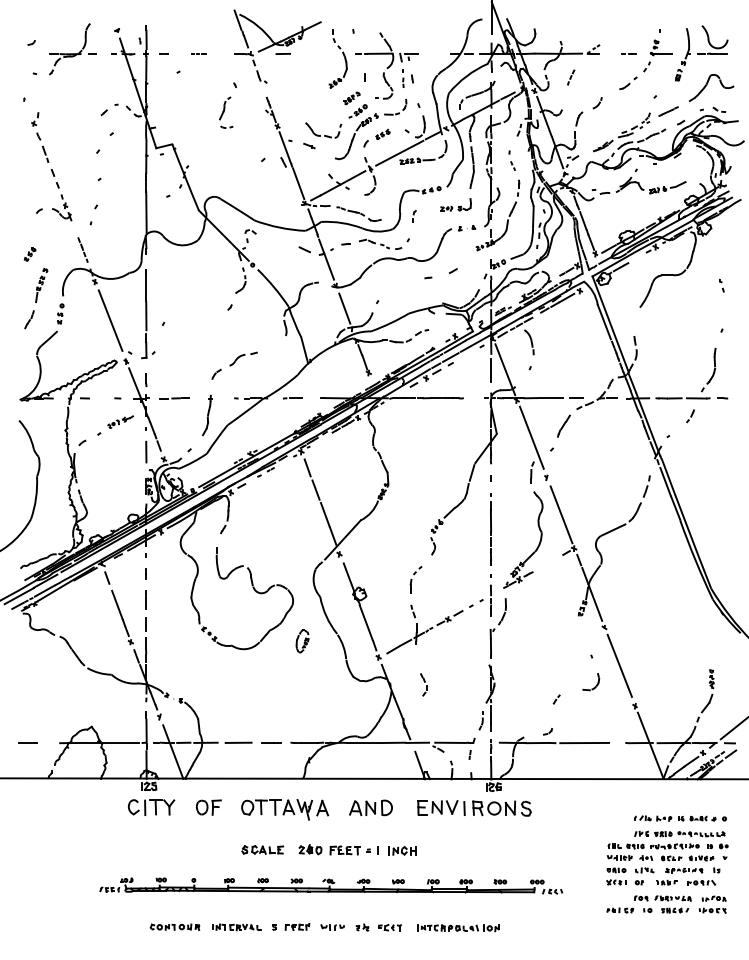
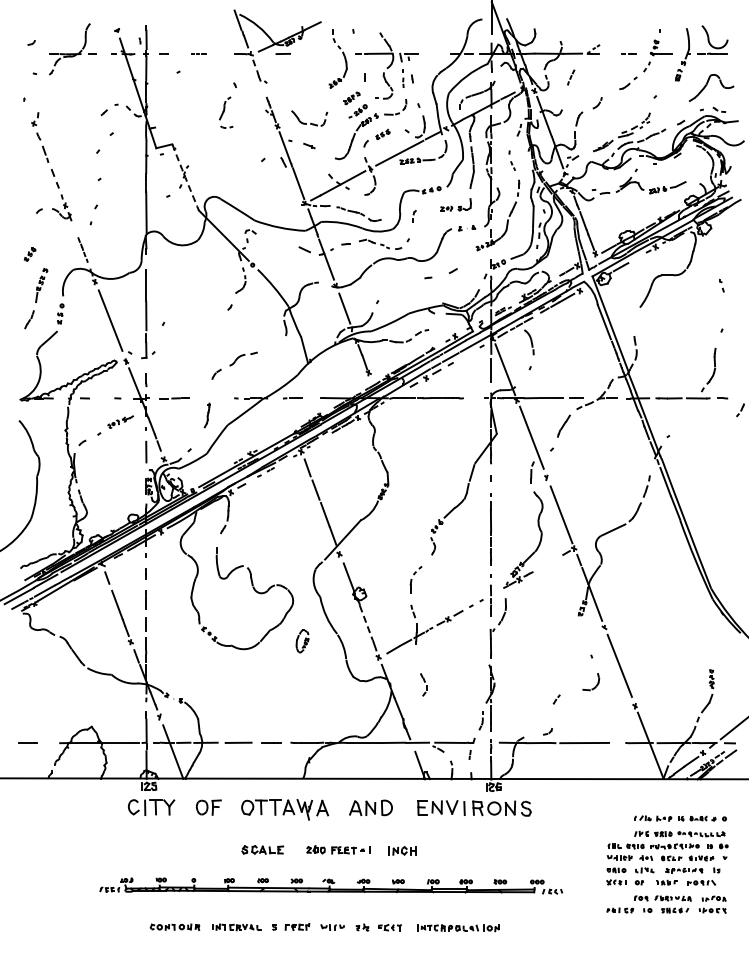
line at (668, 111): present -> none
part at (323, 130) position: (323, 130) -> (309, 118)
arc at (185, 177): solid -> dashed
part at (207, 415) size: 11x43 px -> 8x27 px
part at (690, 416) position: (690, 416) -> (740, 410)
line at (366, 623): solid -> dashed
part at (338, 849) size: 81x12 px -> 65x10 px
